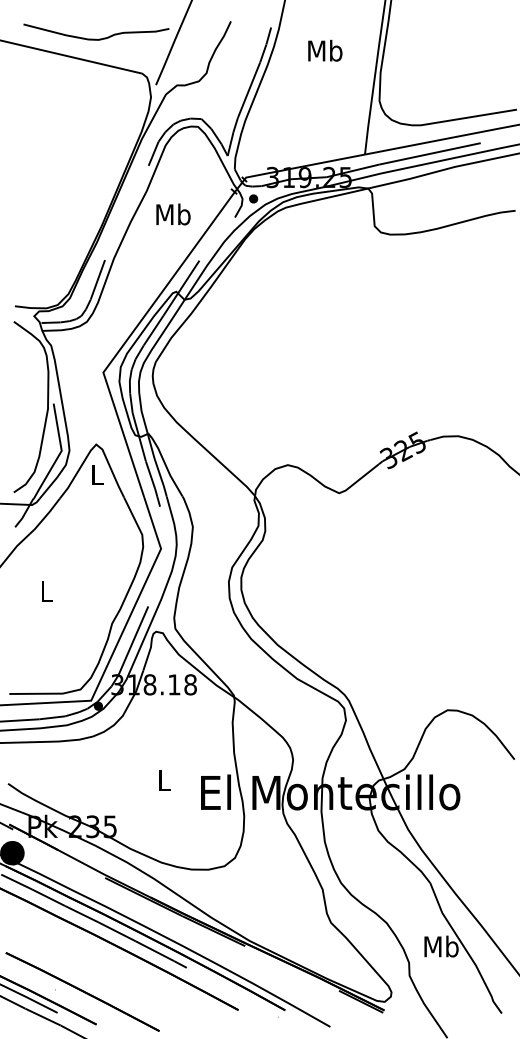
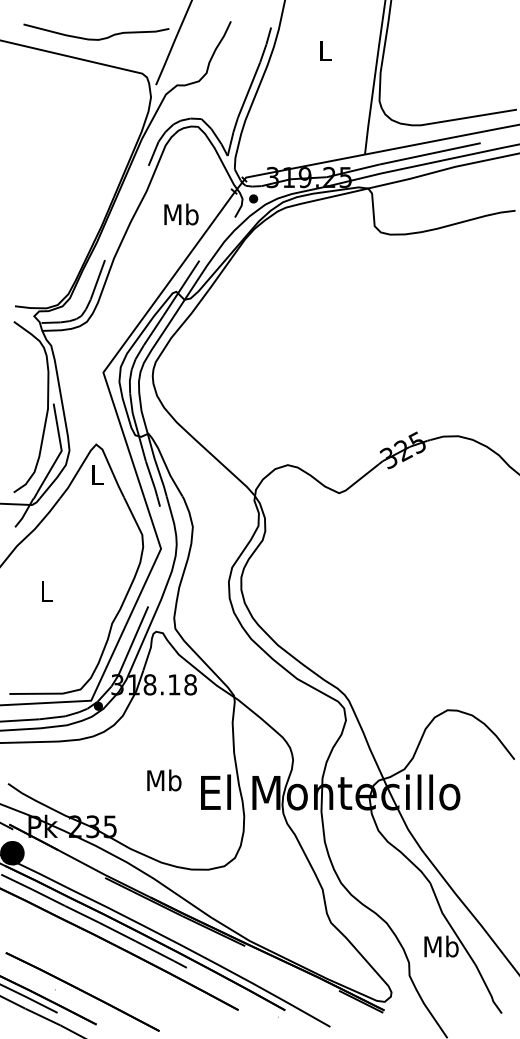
text at (325, 50): Mb -> L
text at (173, 214) position: (173, 214) -> (181, 214)
text at (164, 780): L -> Mb
